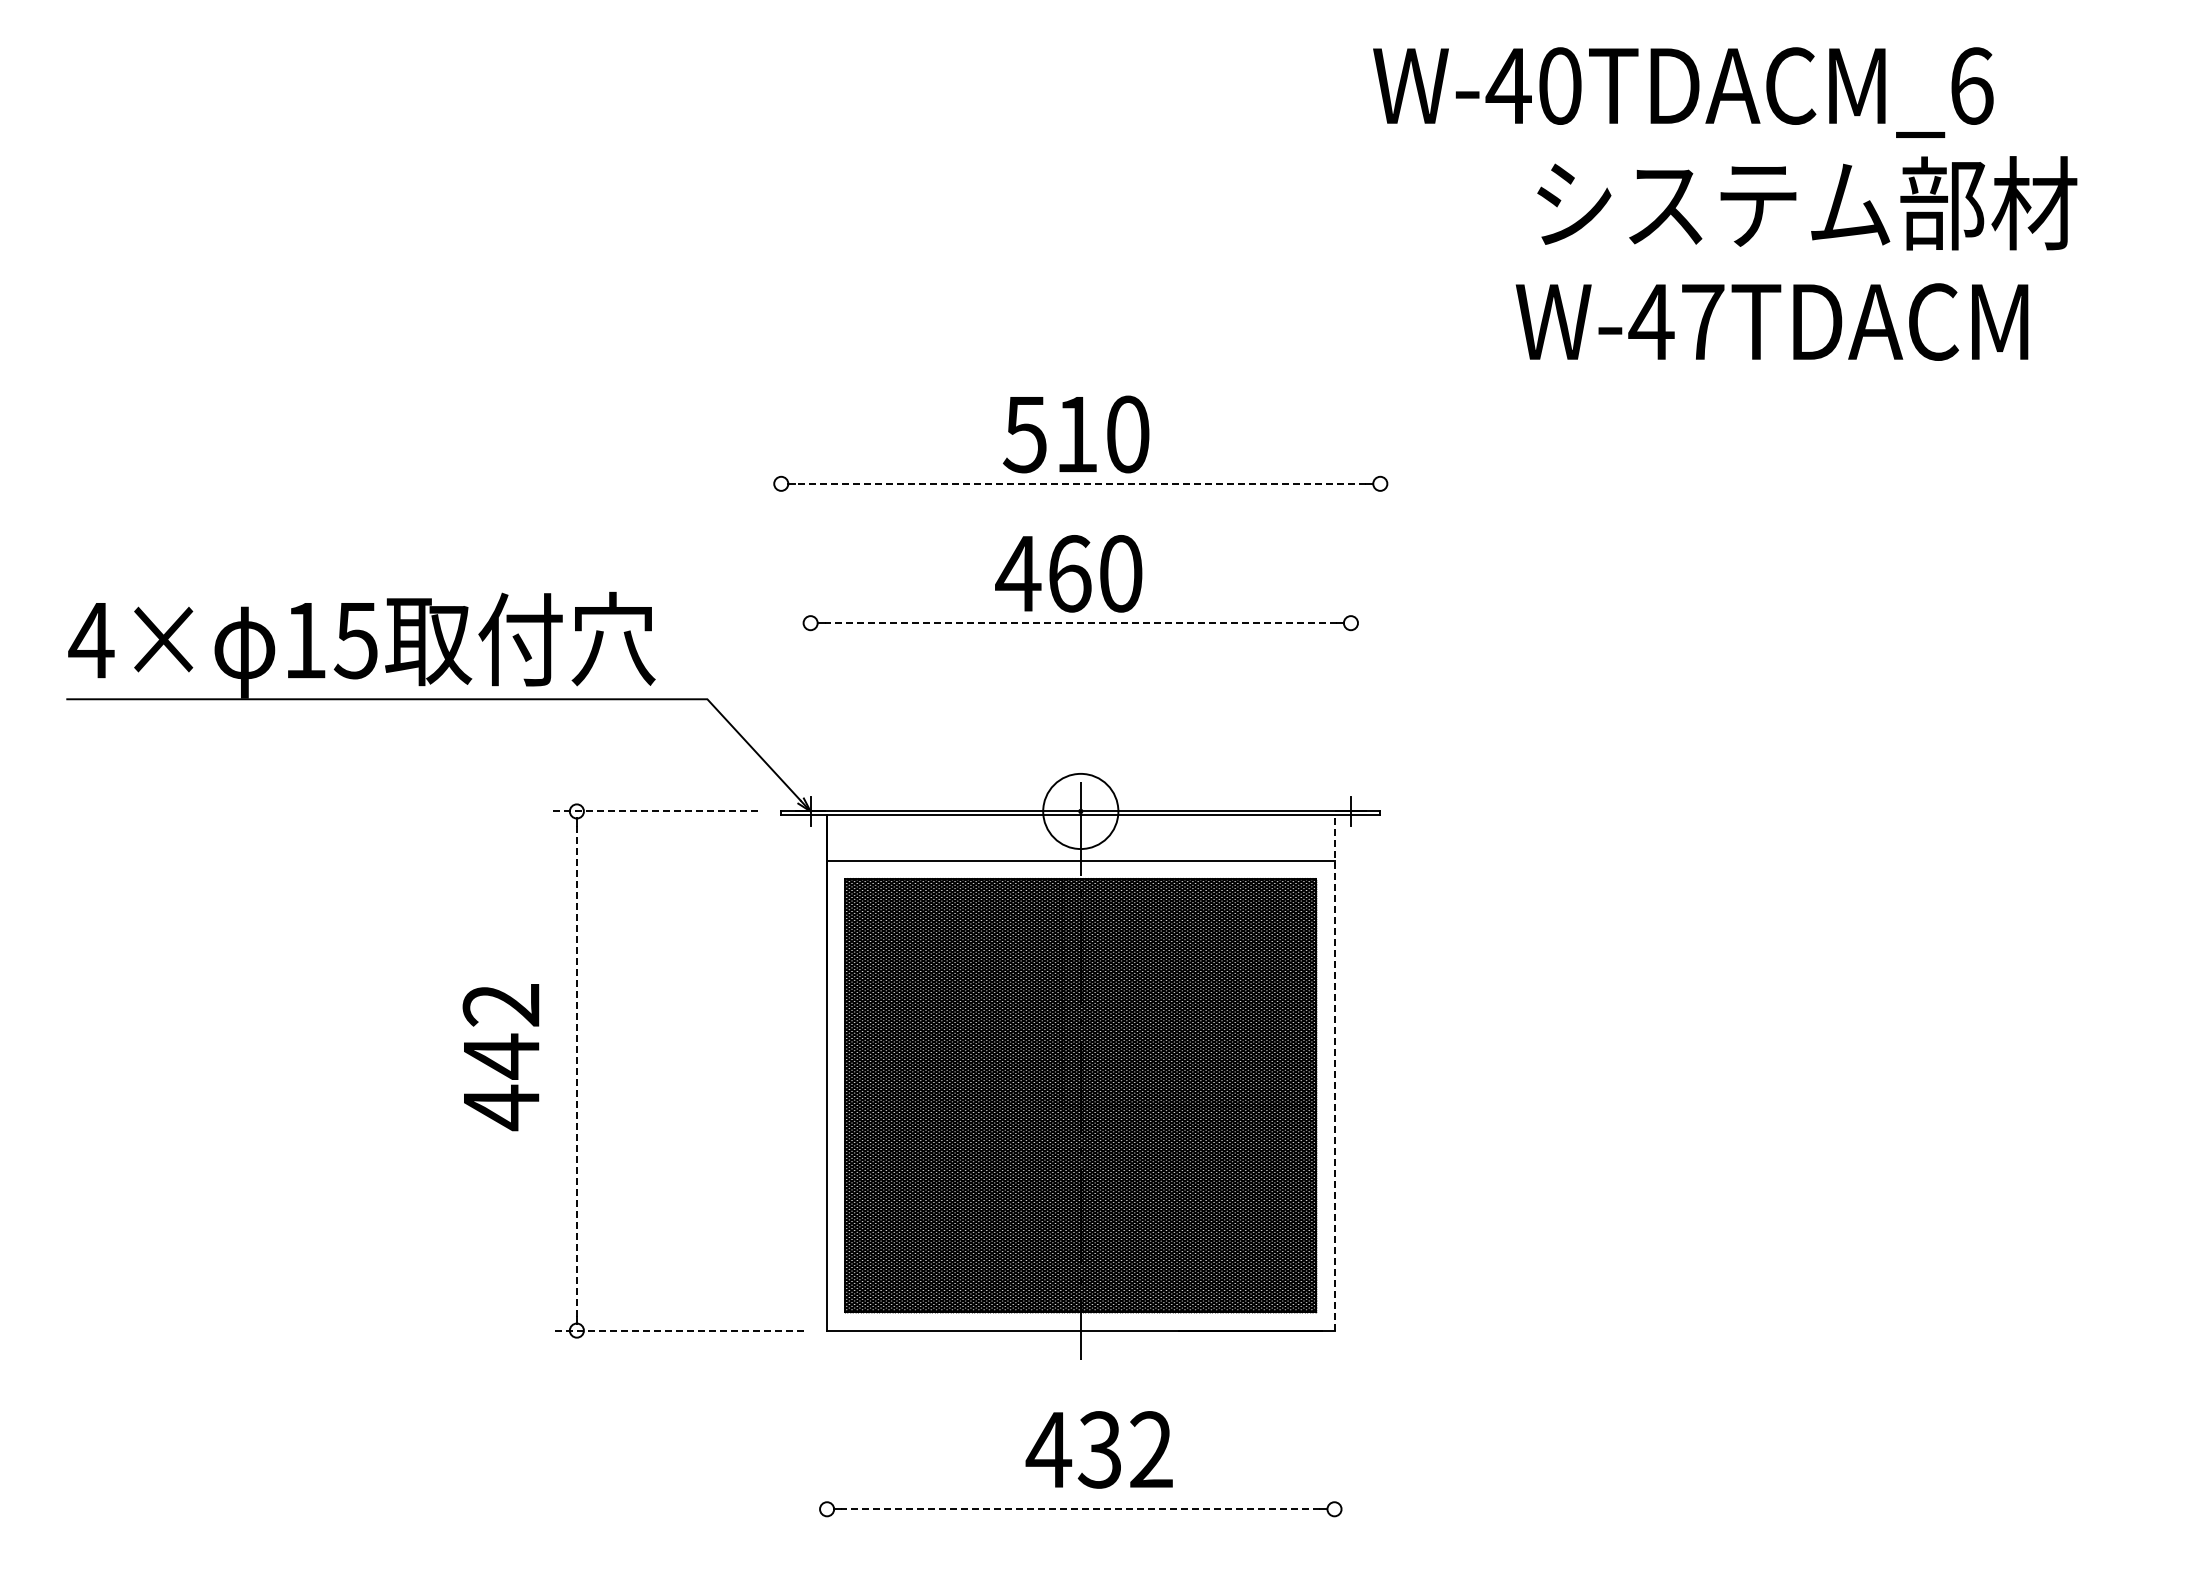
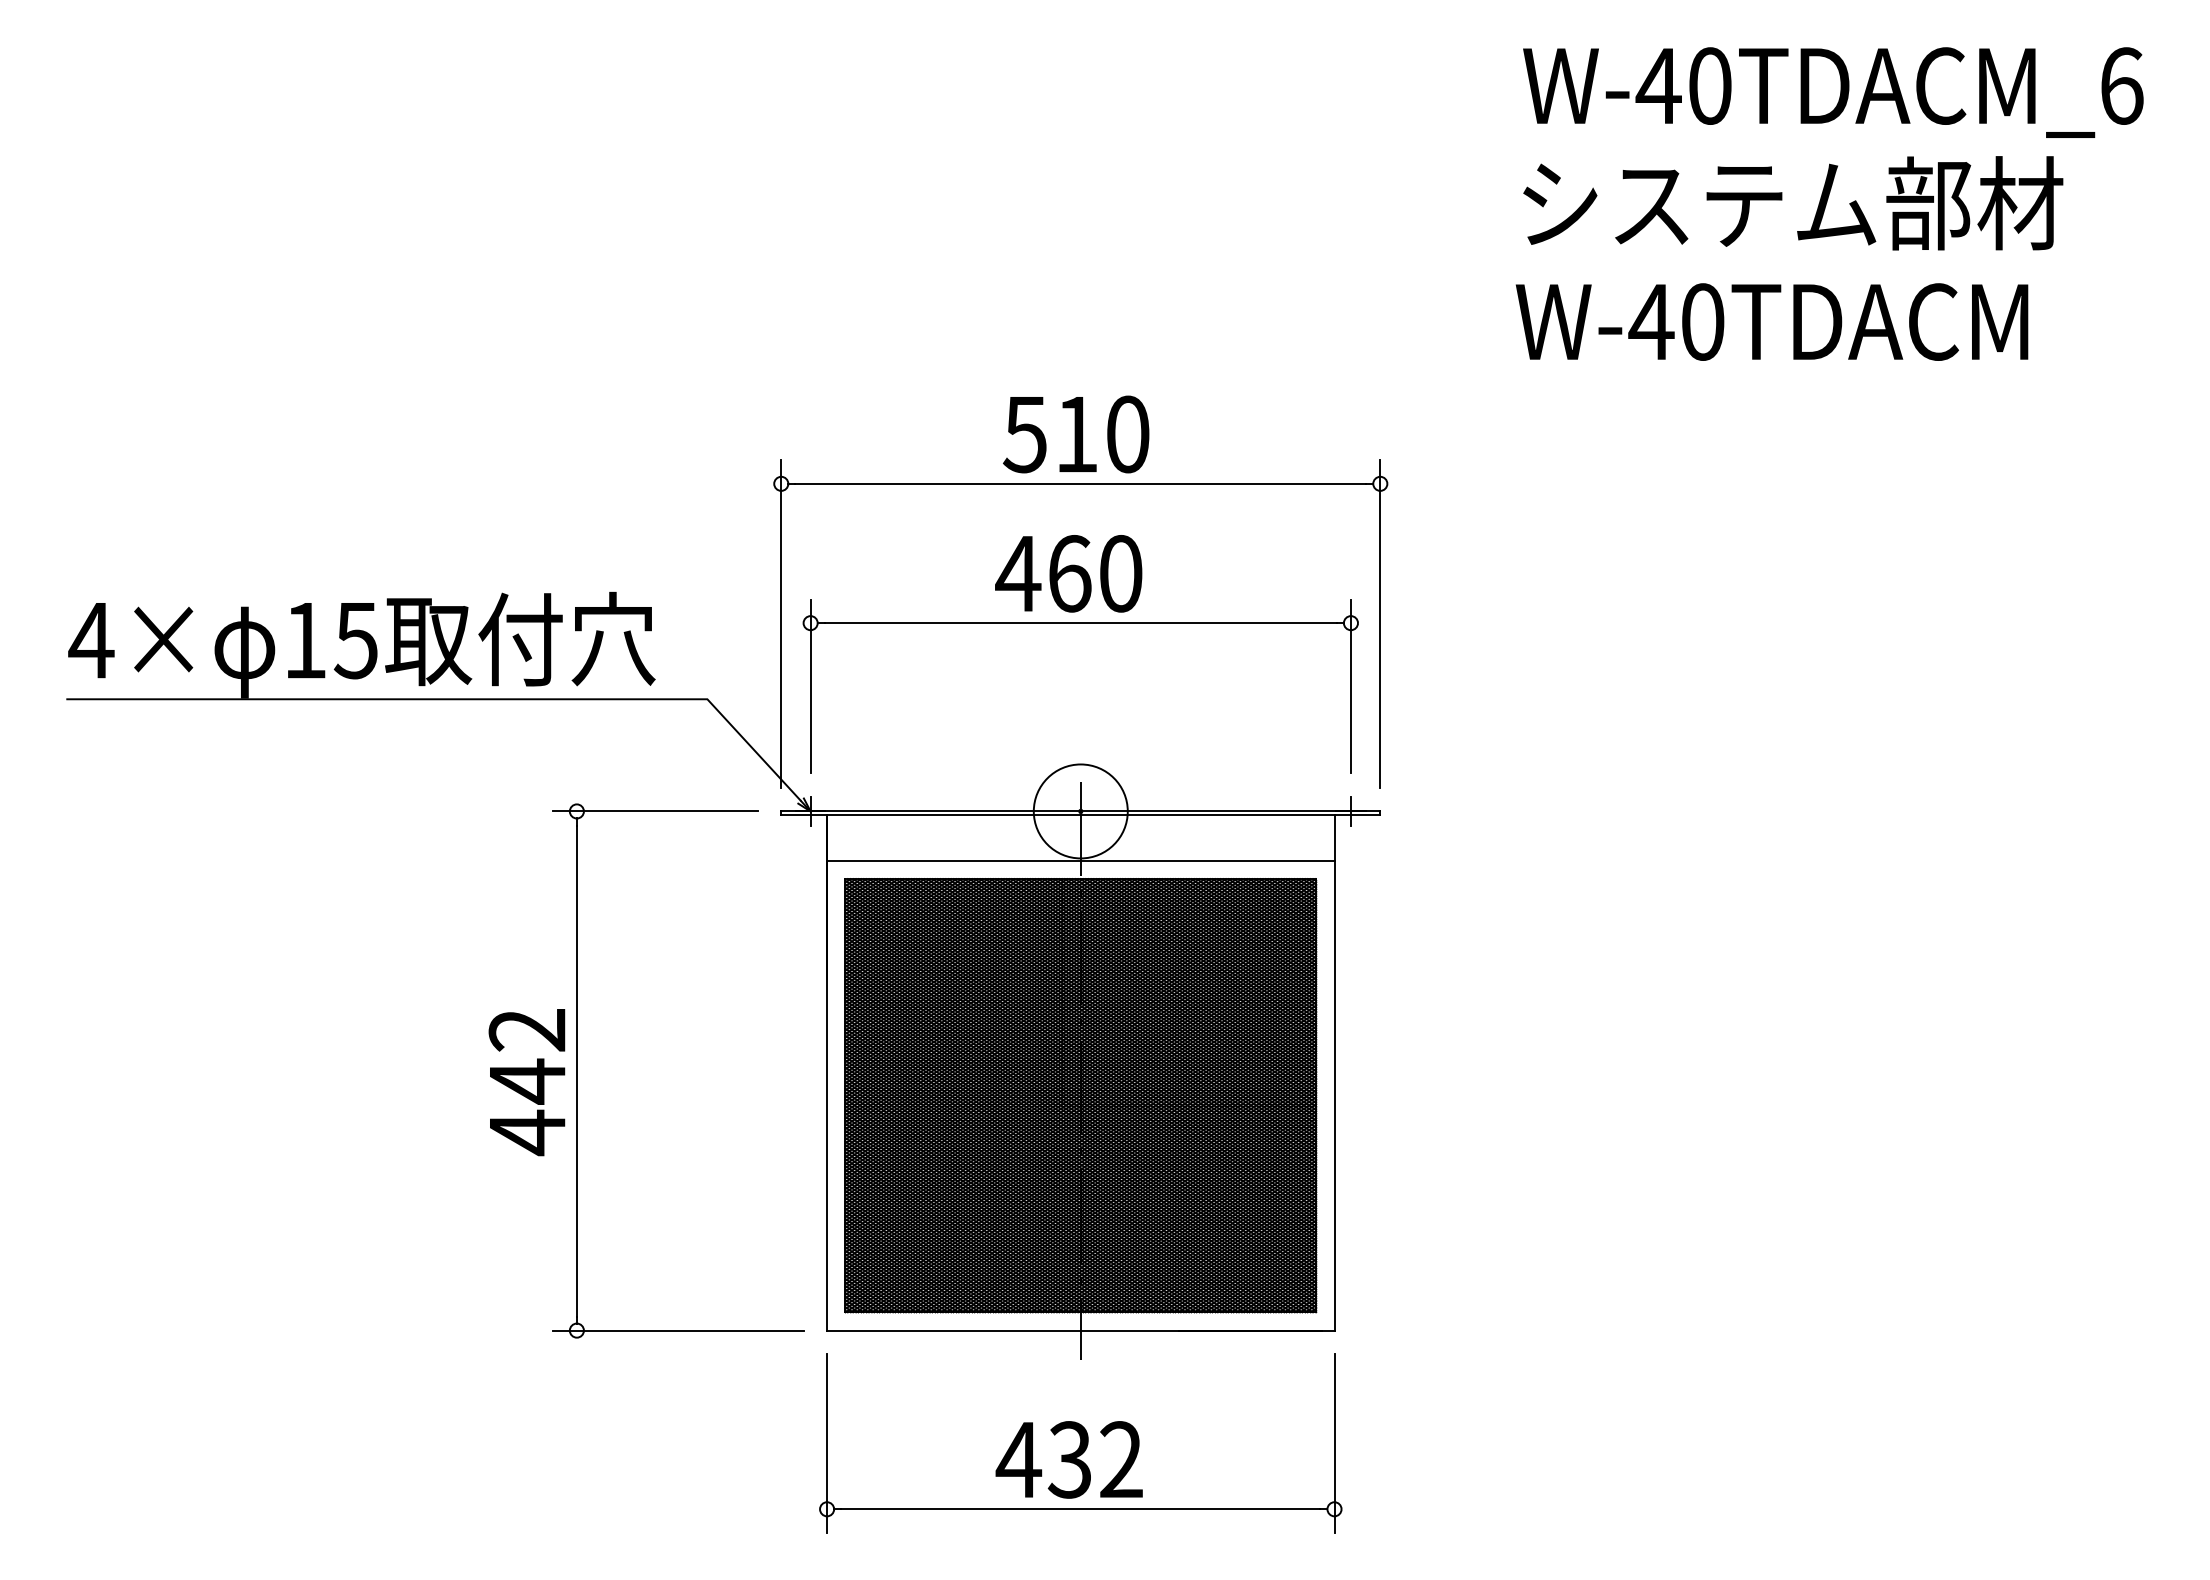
text at (1683, 92) position: (1683, 92) -> (1833, 92)
text at (1807, 203) position: (1807, 203) -> (1793, 203)
text at (1703, 321): W-47TDACM -> W-40TDACM
line at (1080, 483): dashed -> solid
line at (781, 623): none -> present
line at (1080, 623): dashed -> solid
line at (1380, 623): none -> present
line at (810, 686): none -> present
line at (1350, 686): none -> present
line at (655, 811): dashed -> solid
circle at (1080, 811) diameter: 75 px -> 94 px
text at (500, 1057) position: (500, 1057) -> (526, 1082)
line at (576, 1071): dashed -> solid
line at (1334, 1072): dashed -> solid
line at (678, 1330): dashed -> solid
line at (827, 1443): none -> present
line at (1334, 1443): none -> present
text at (1098, 1449) position: (1098, 1449) -> (1068, 1459)
line at (1080, 1509): dashed -> solid
